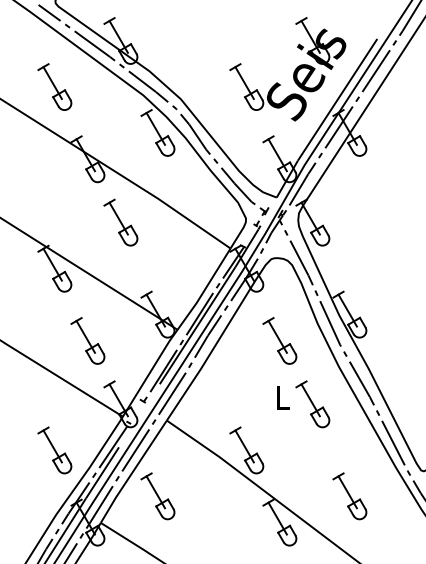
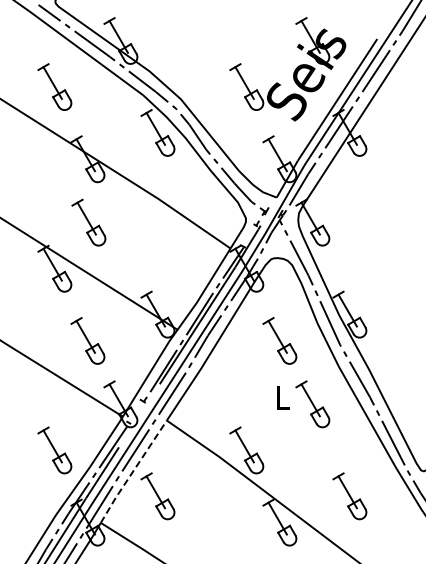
part at (120, 222) position: (120, 222) -> (88, 222)
line at (132, 471): solid -> dashed
